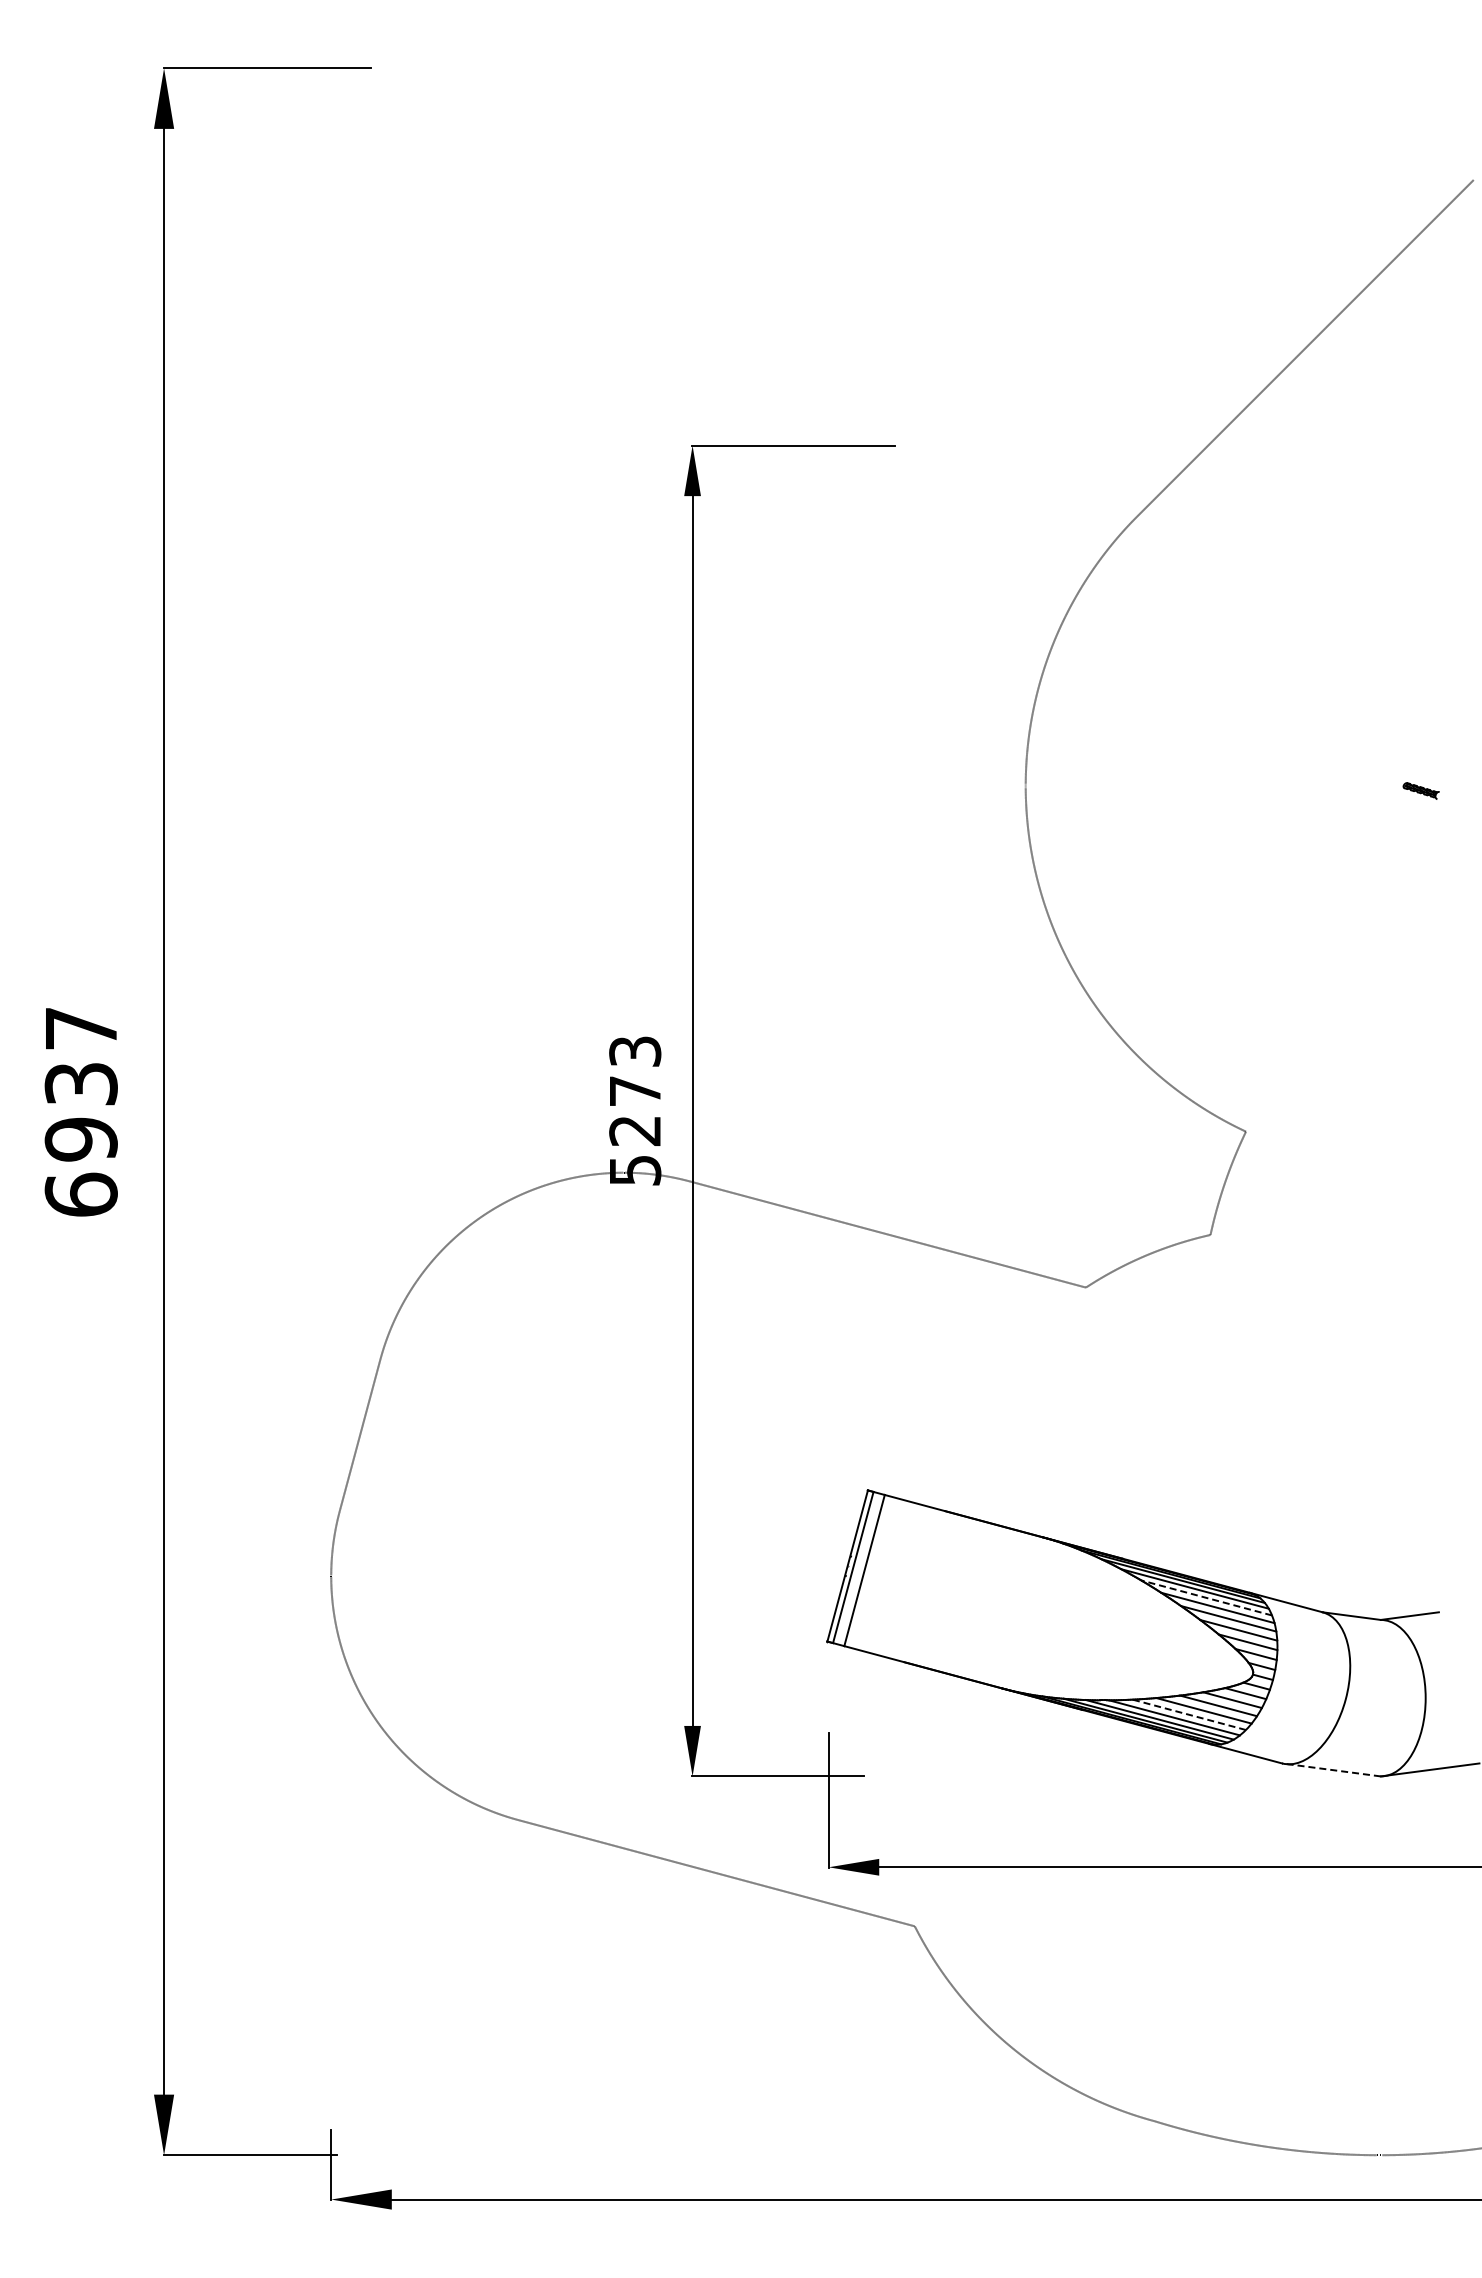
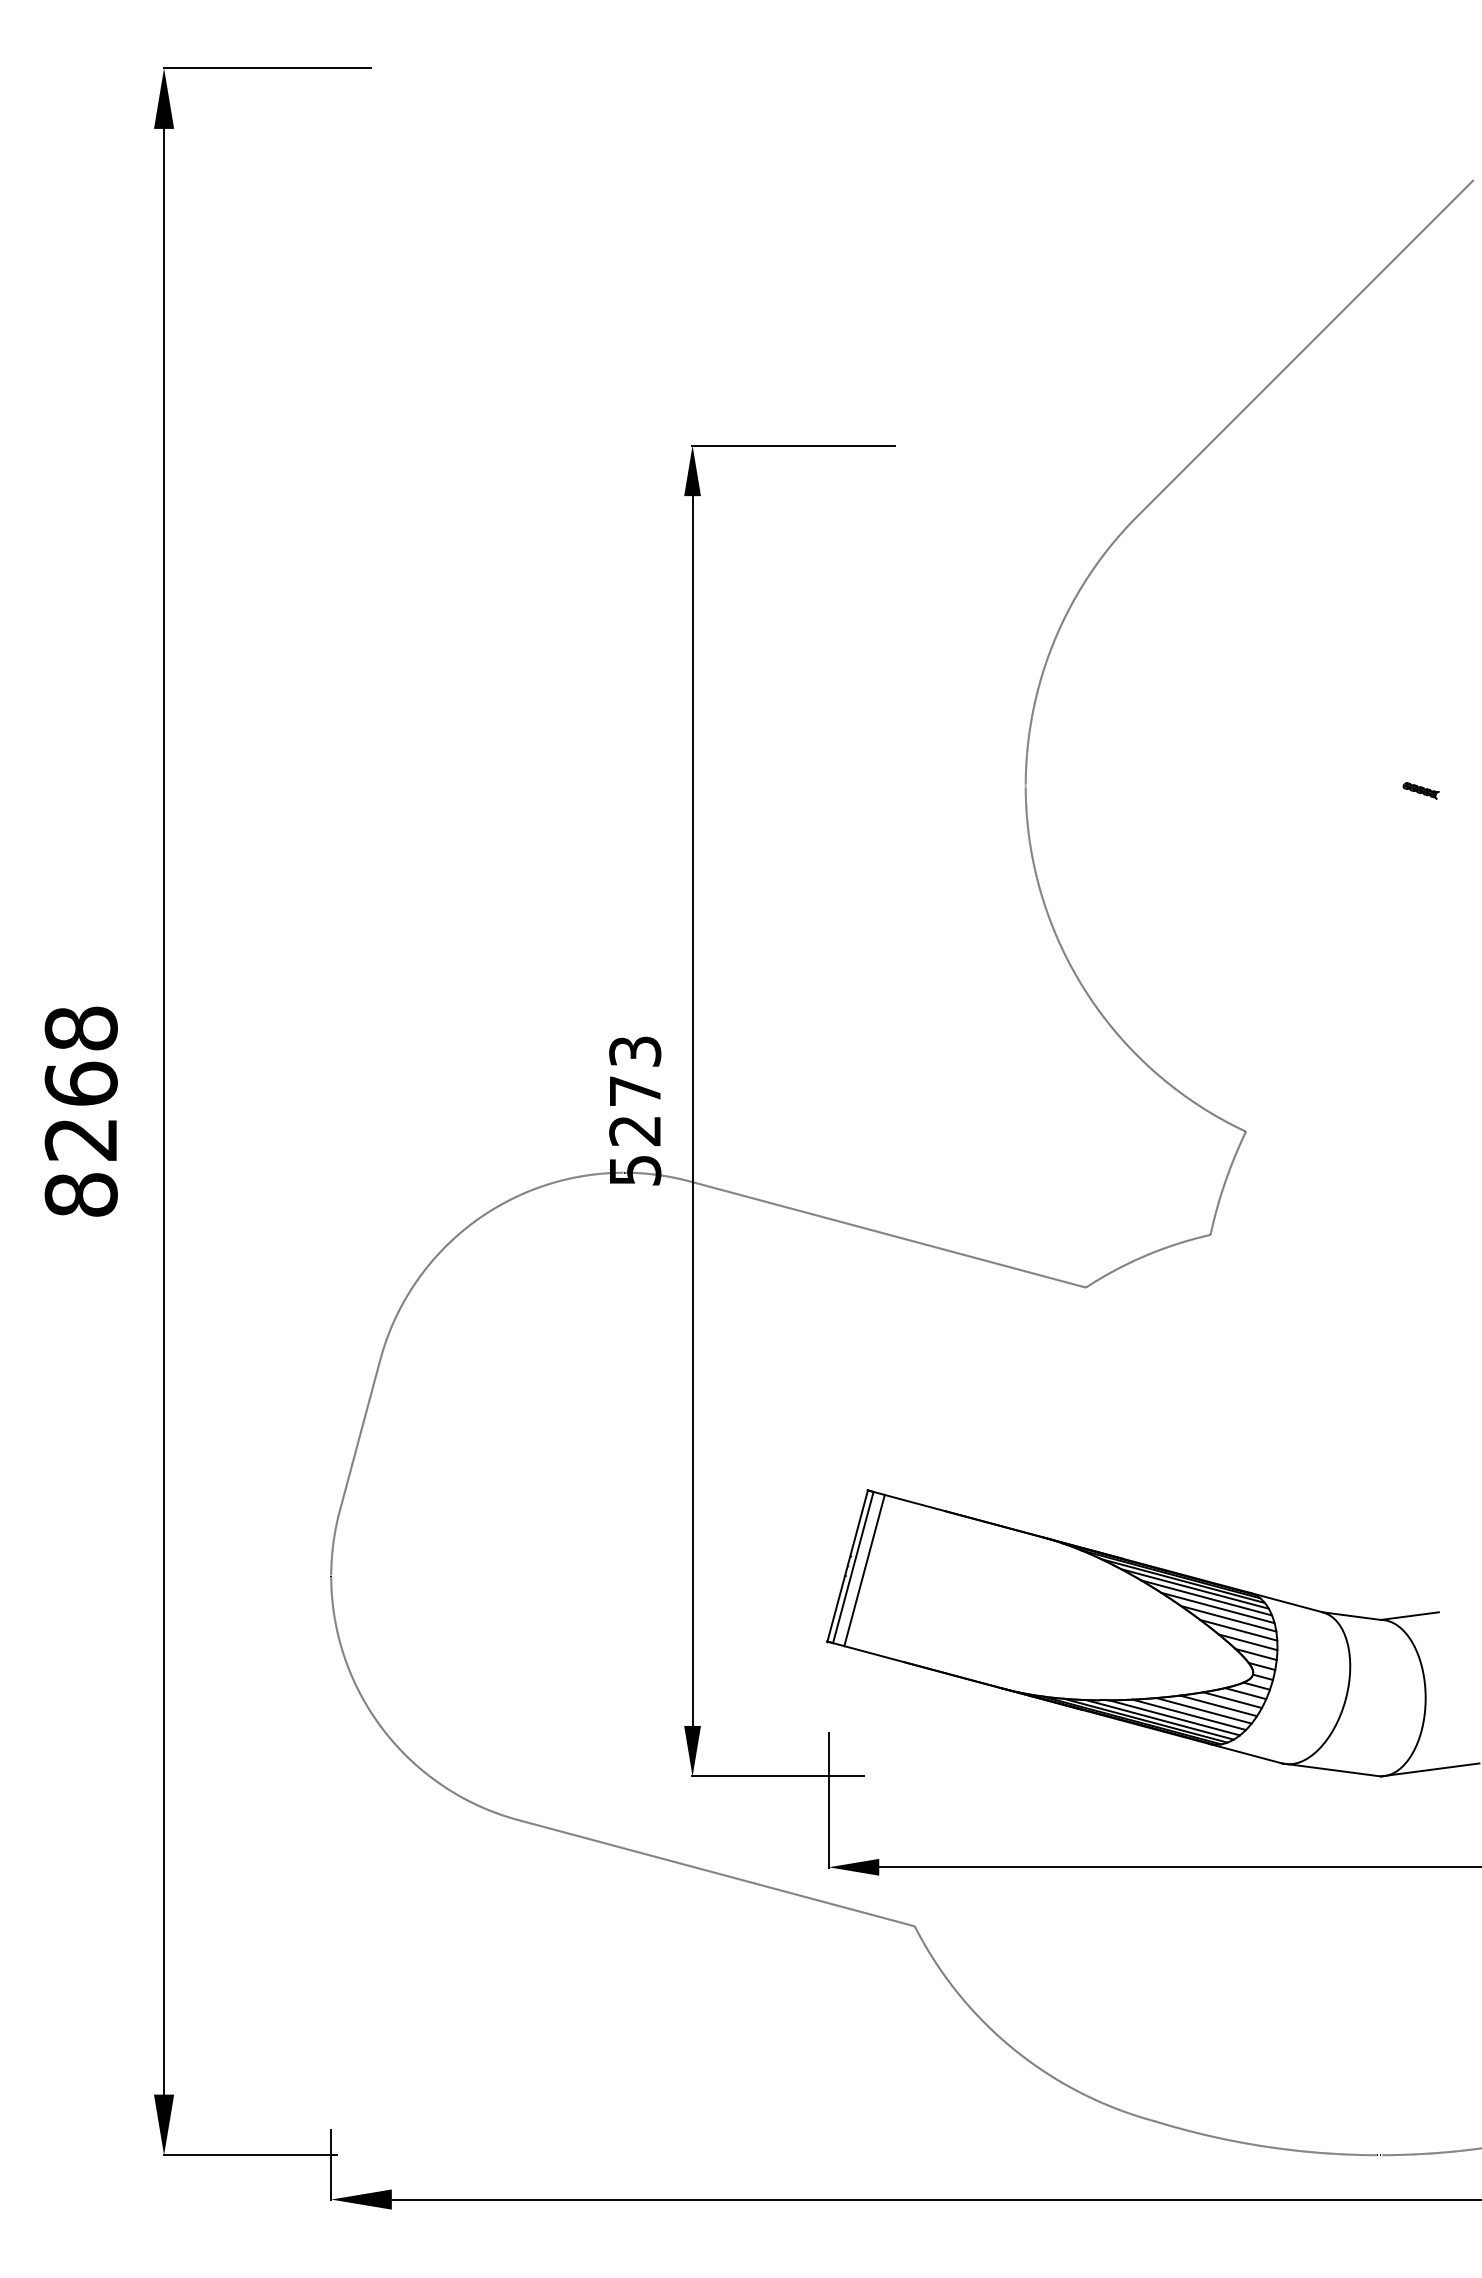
text at (80, 1111): 6937 -> 8268
line at (1206, 1597): dashed -> solid
line at (1189, 1714): dashed -> solid
line at (1331, 1769): dashed -> solid
